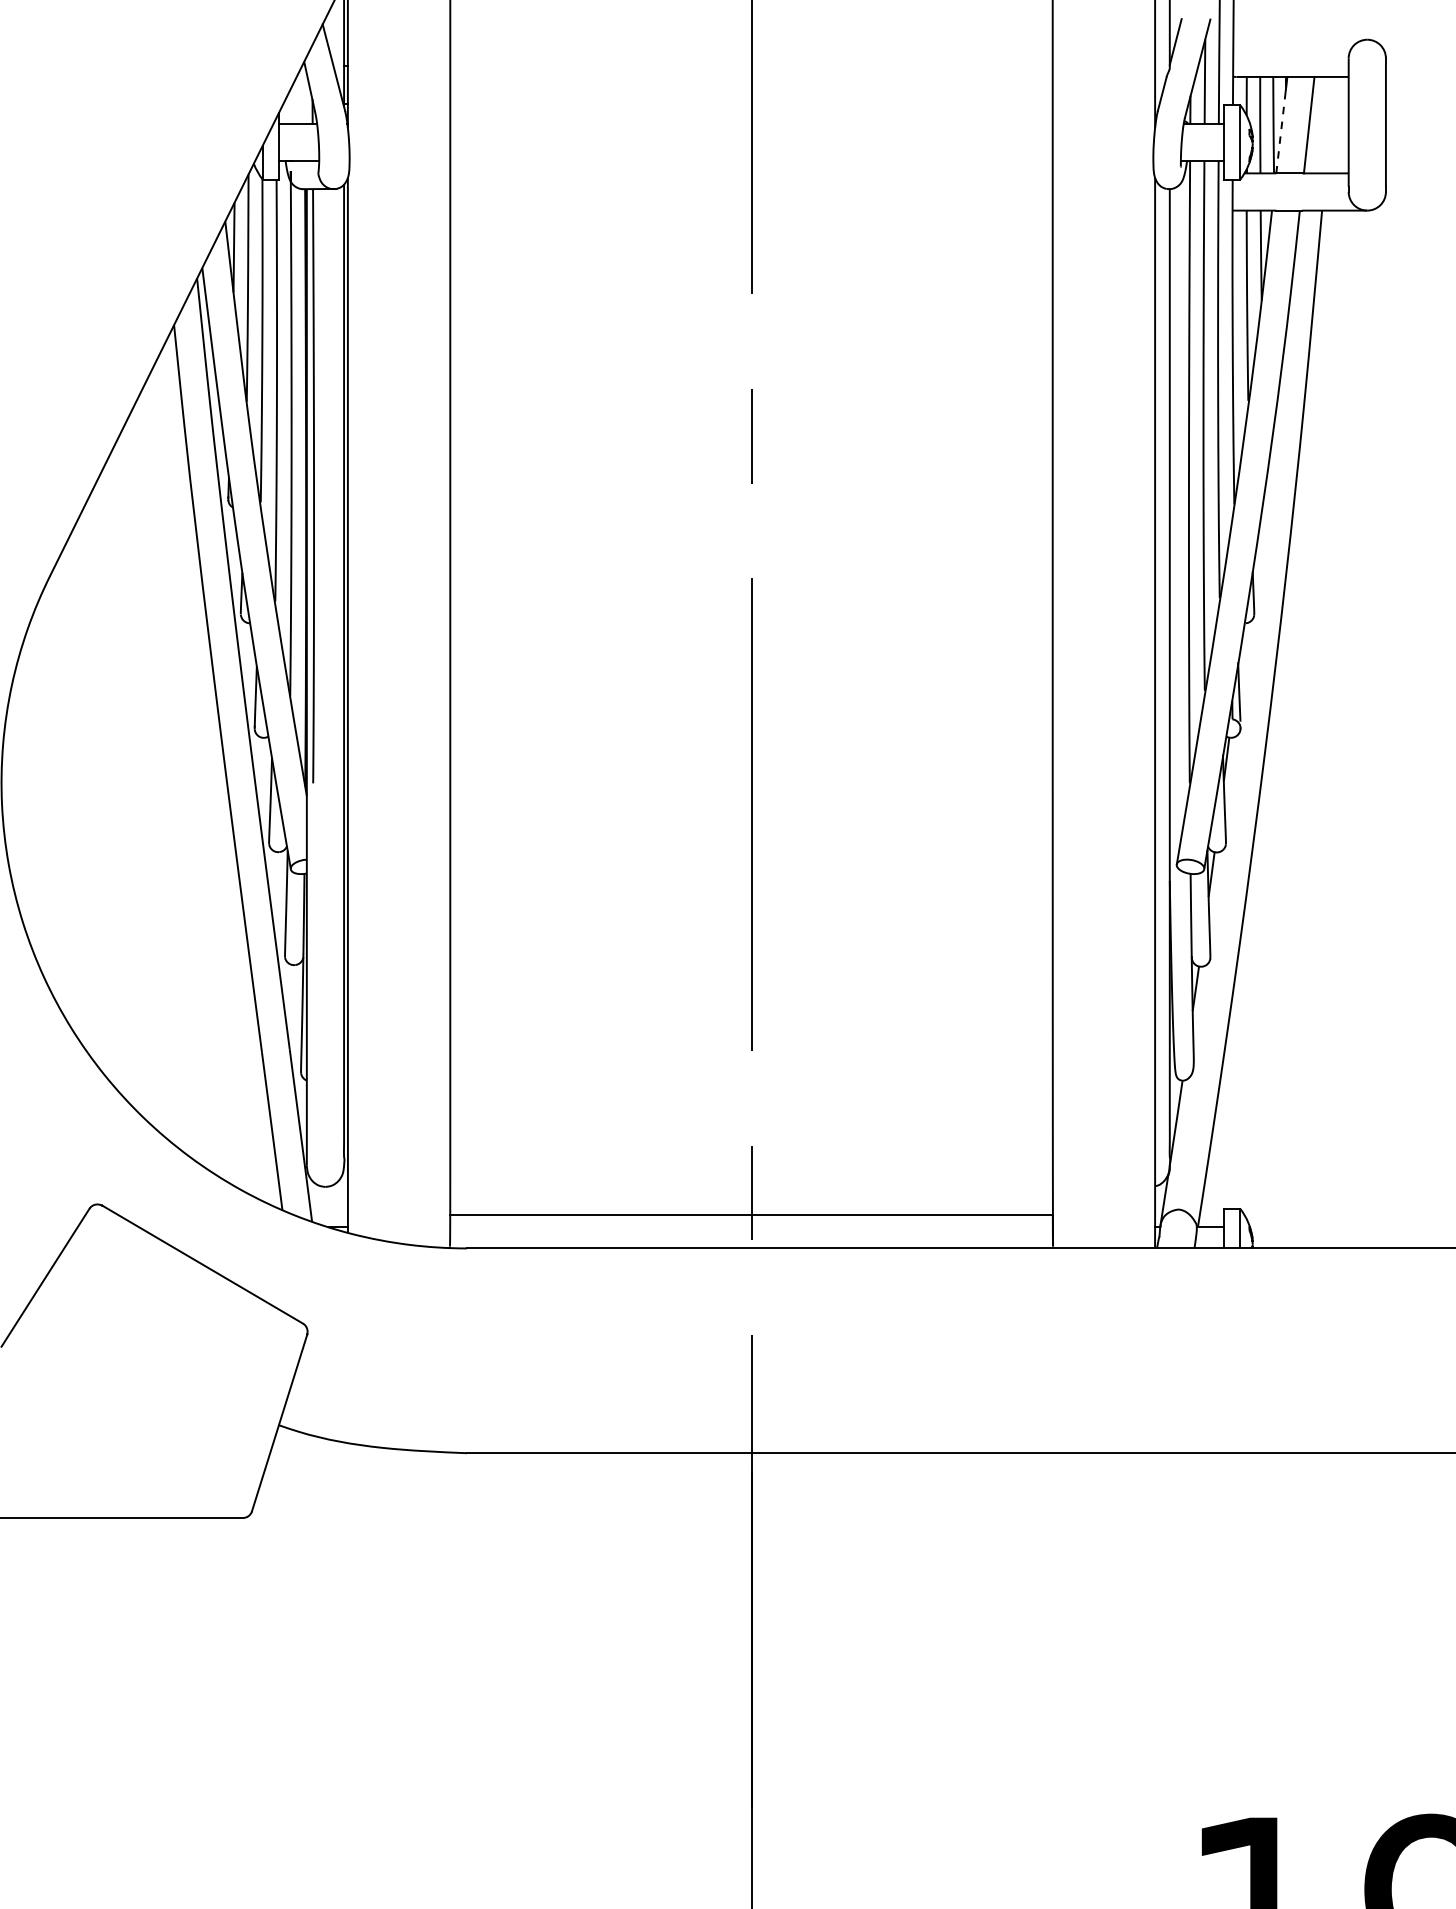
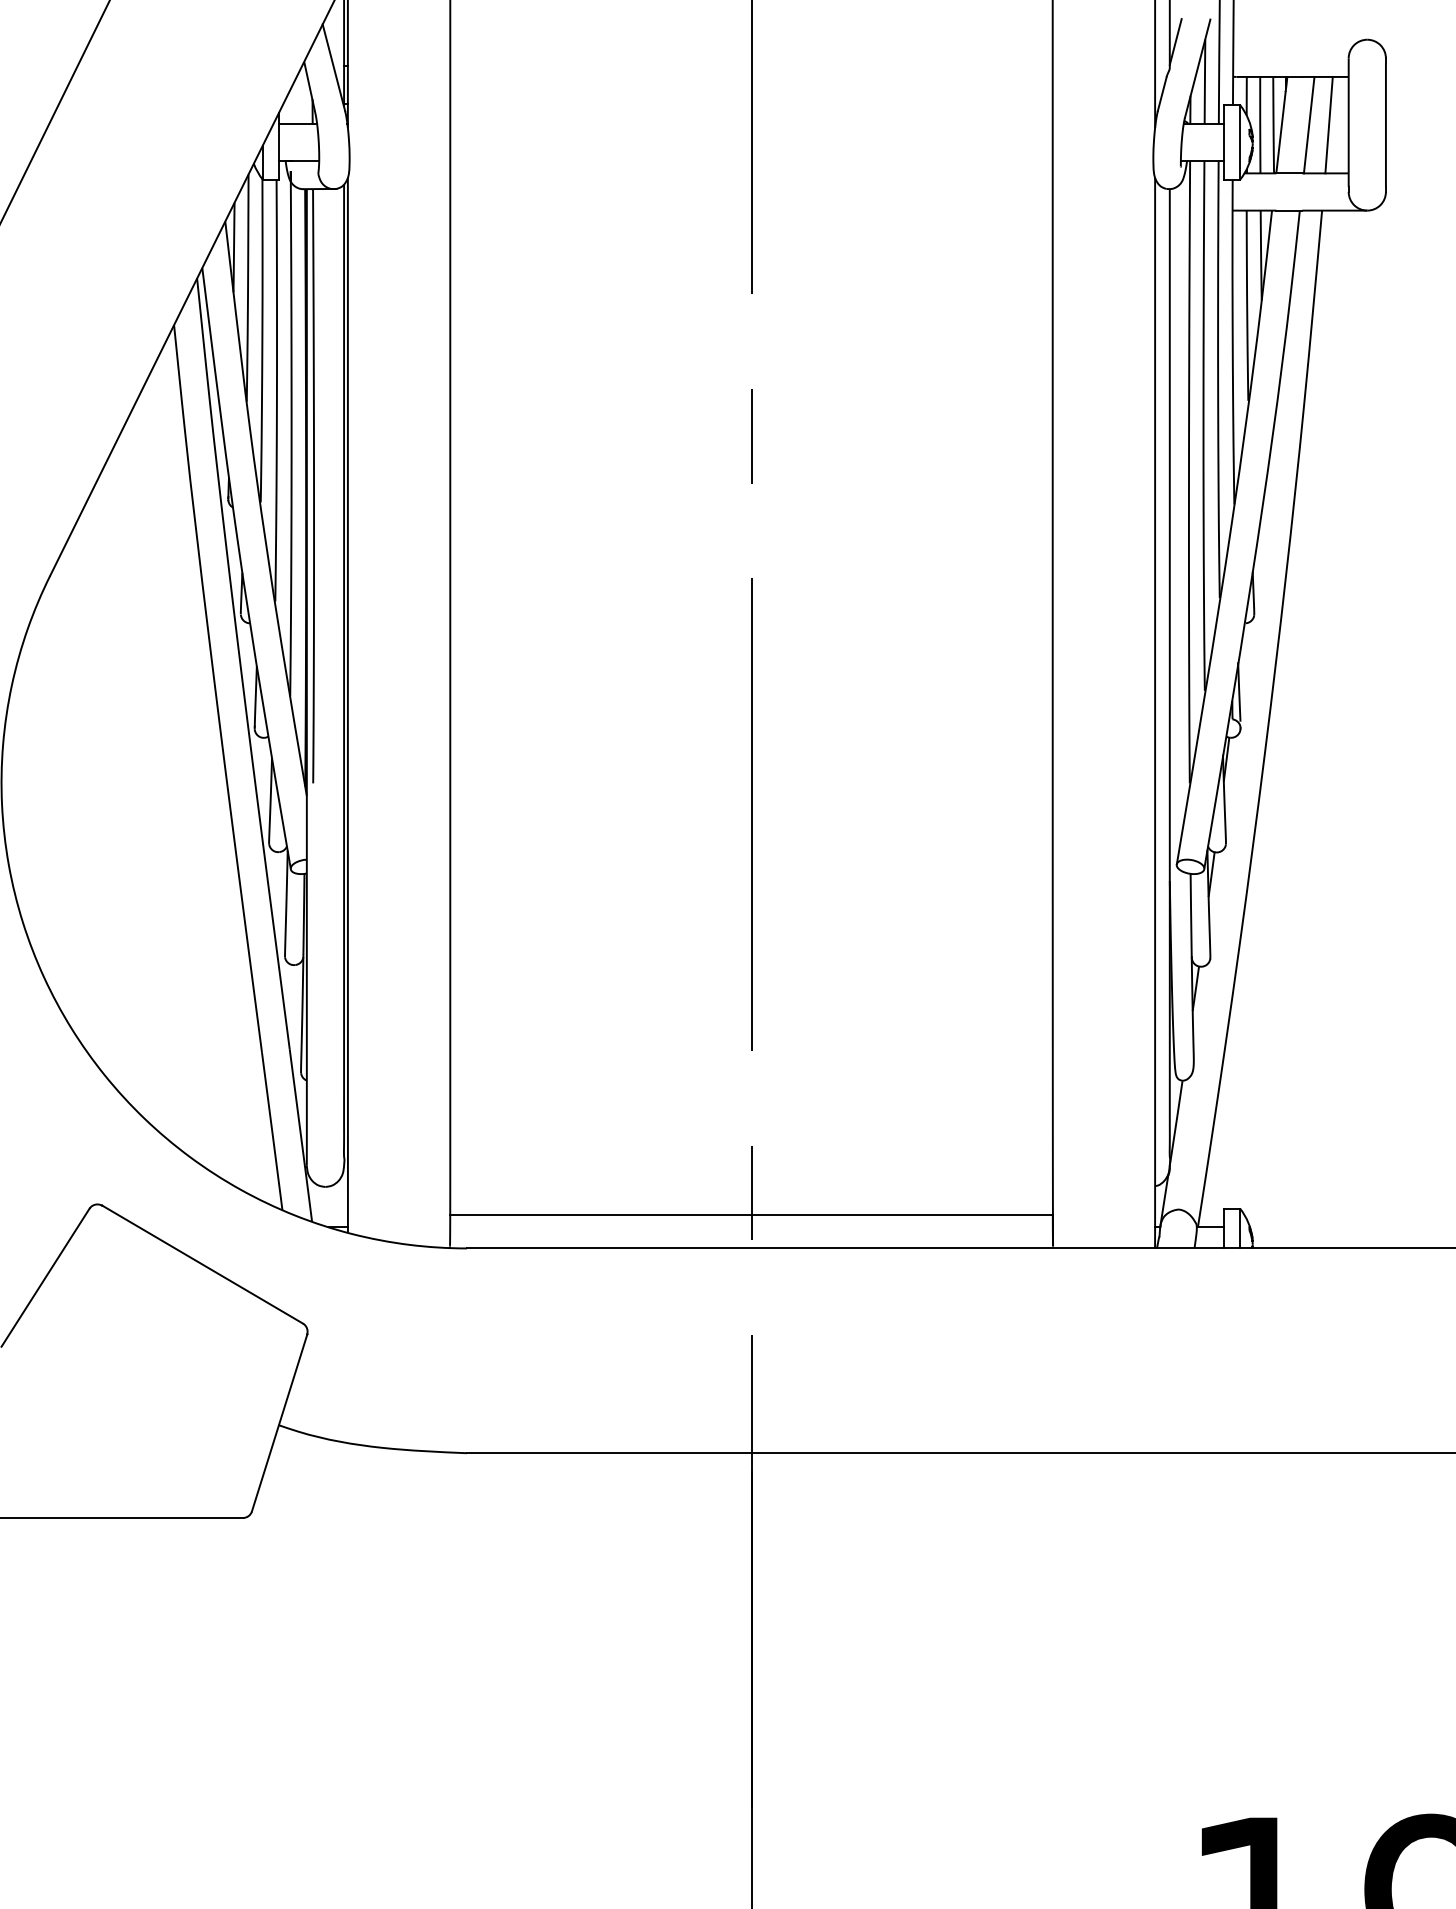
line at (55, 110): none -> present
line at (1328, 124): none -> present
line at (1281, 132): dashed -> solid
